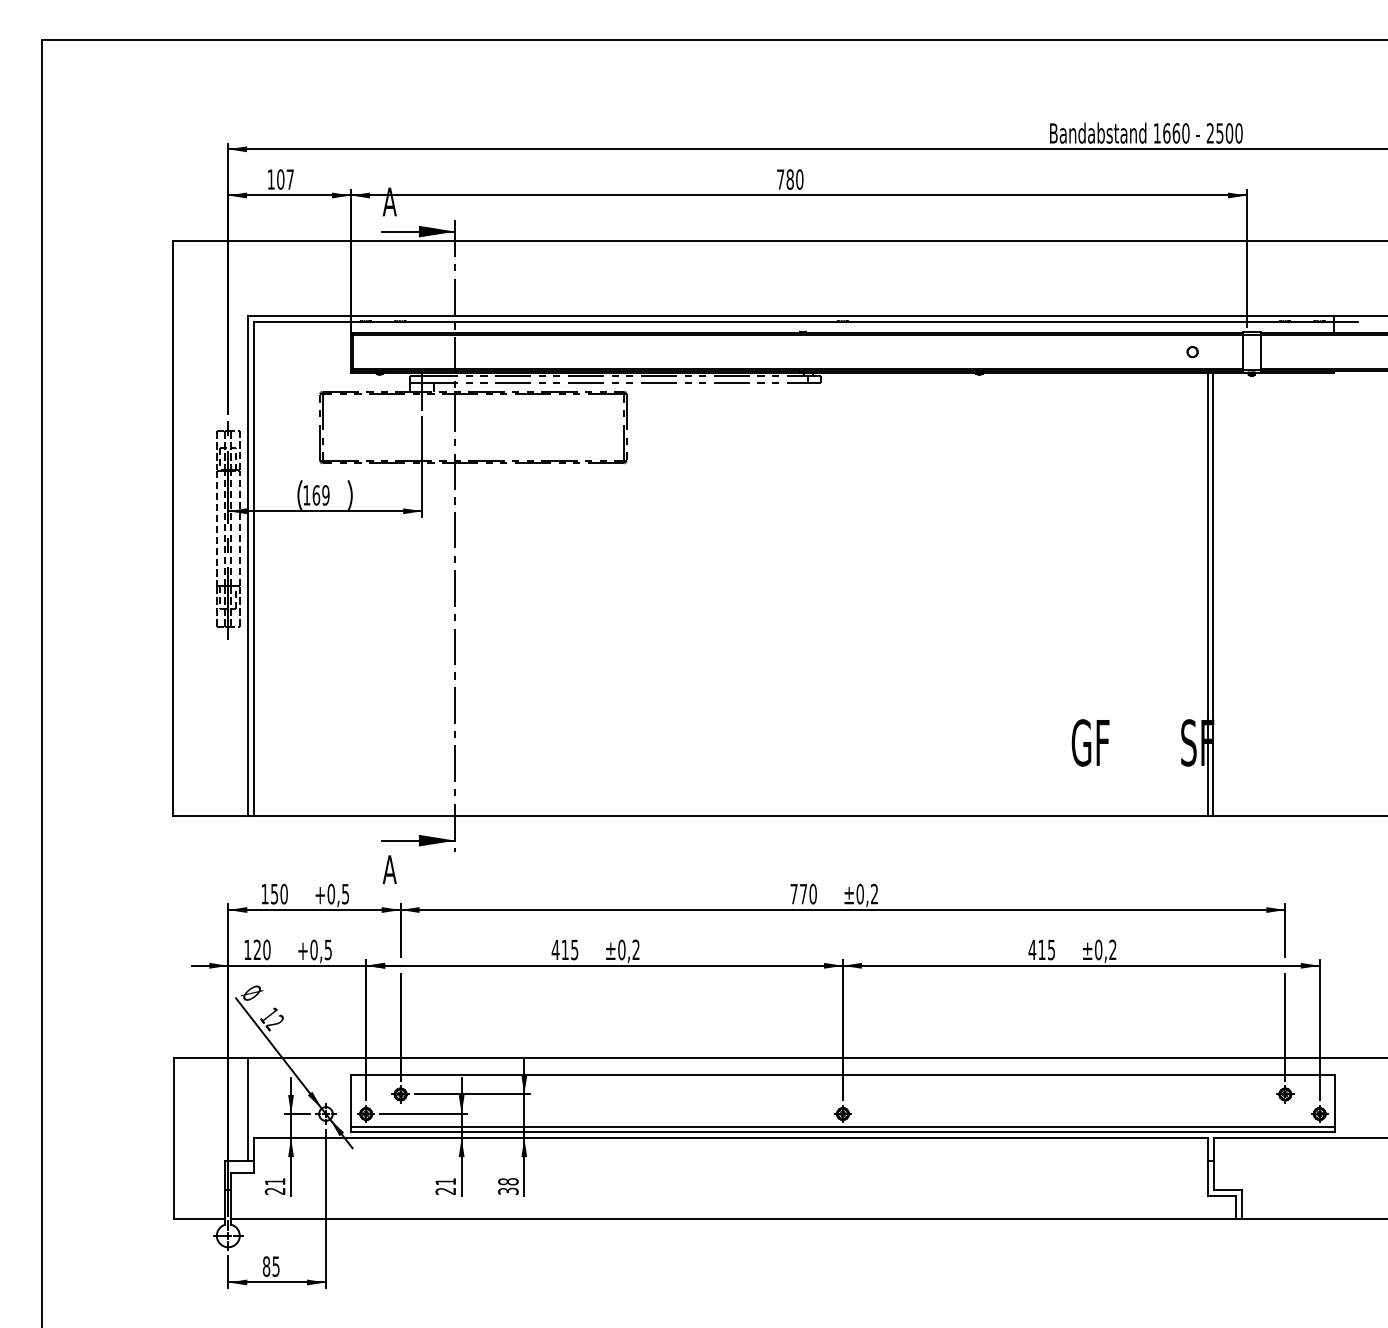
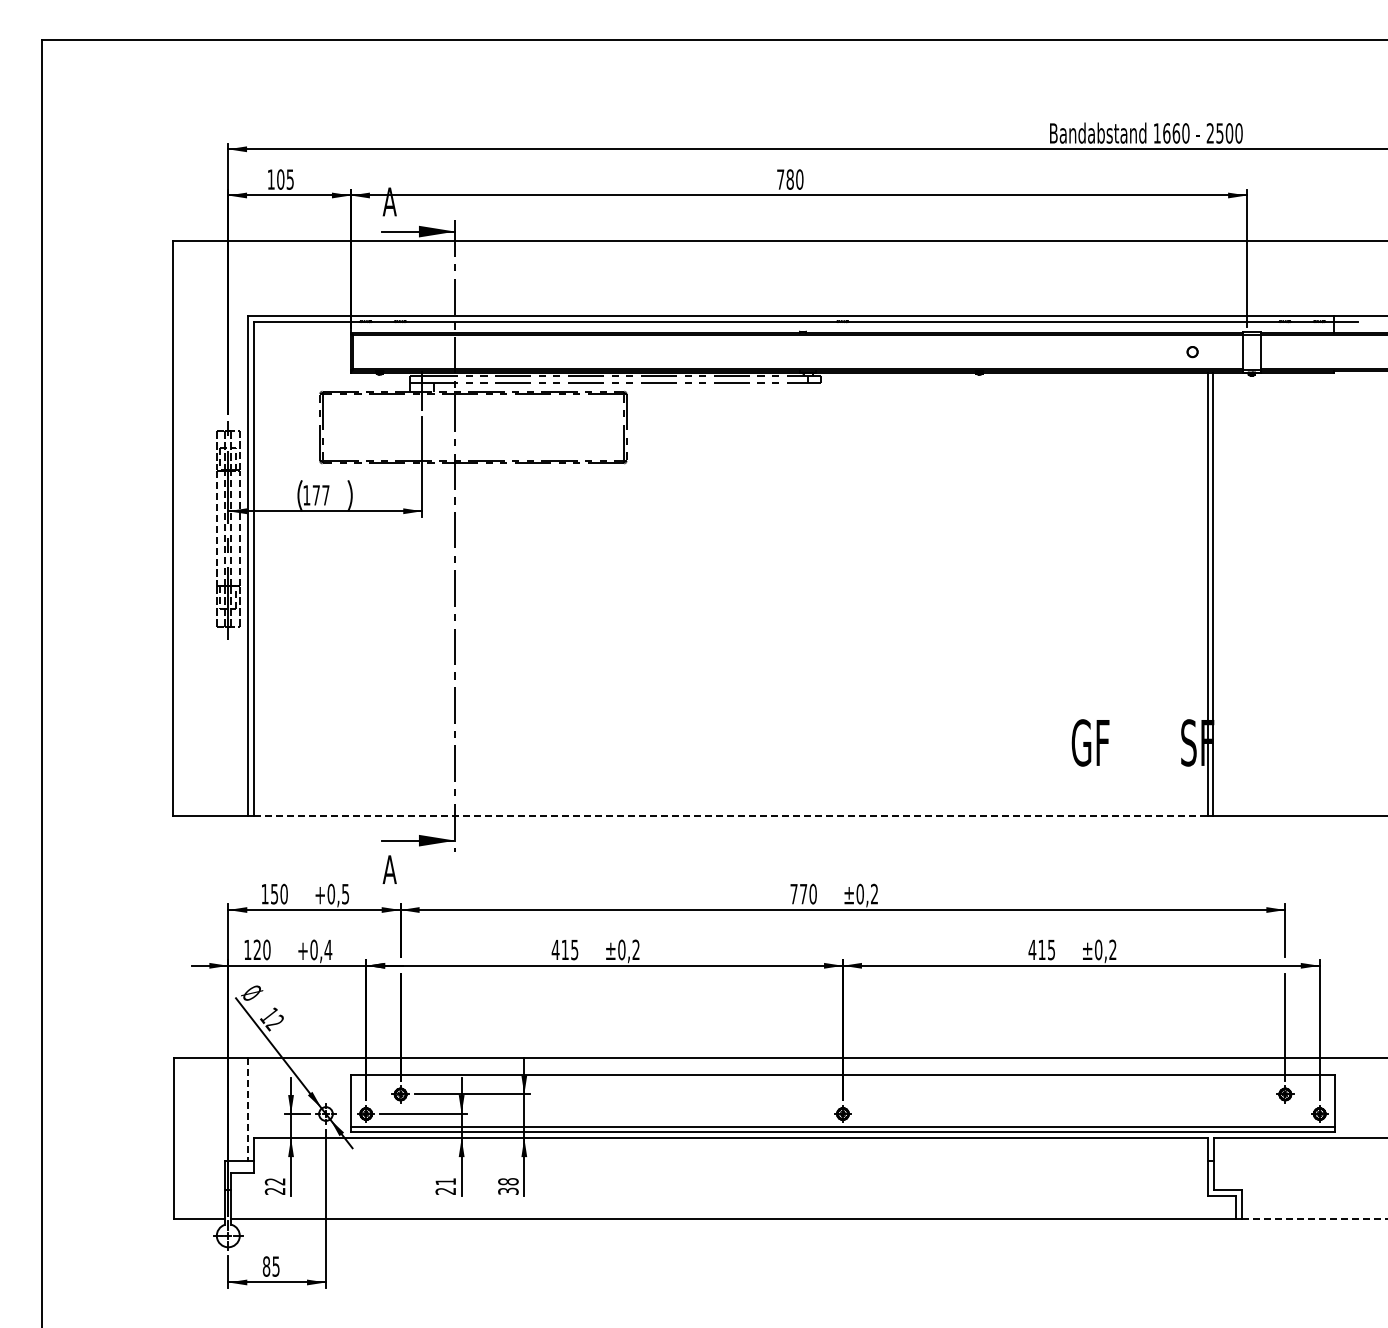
text at (289, 179): 107 -> 105
text at (320, 495): 169 -> 177
line at (730, 815): solid -> dashed
text at (328, 949): +0,5 -> +0,4
line at (248, 1109): solid -> dashed
text at (274, 1181): 21 -> 22
line at (1315, 1218): solid -> dashed
